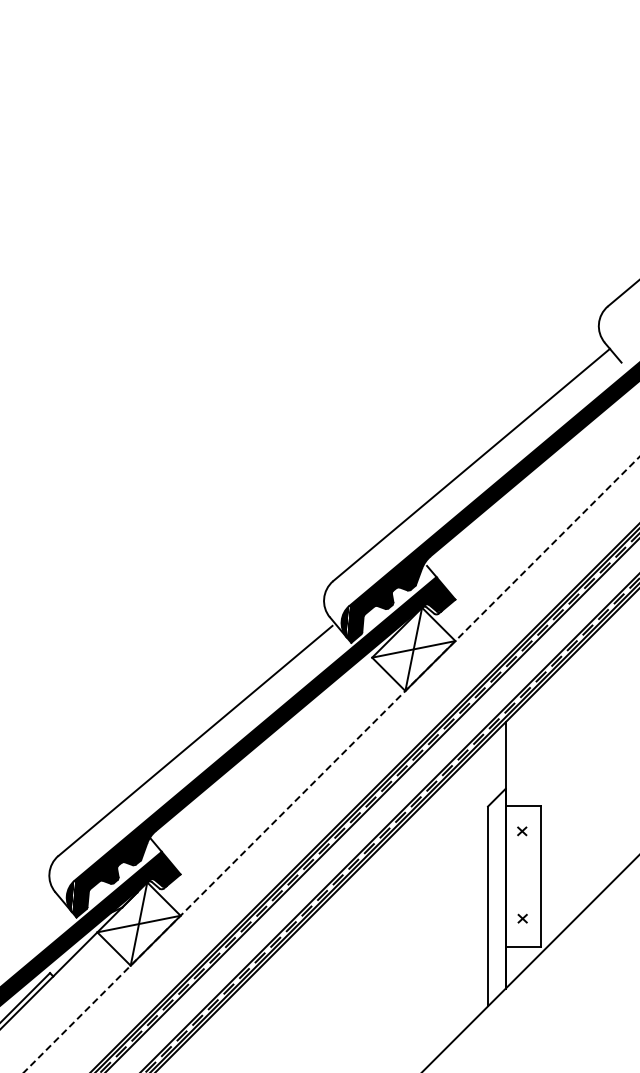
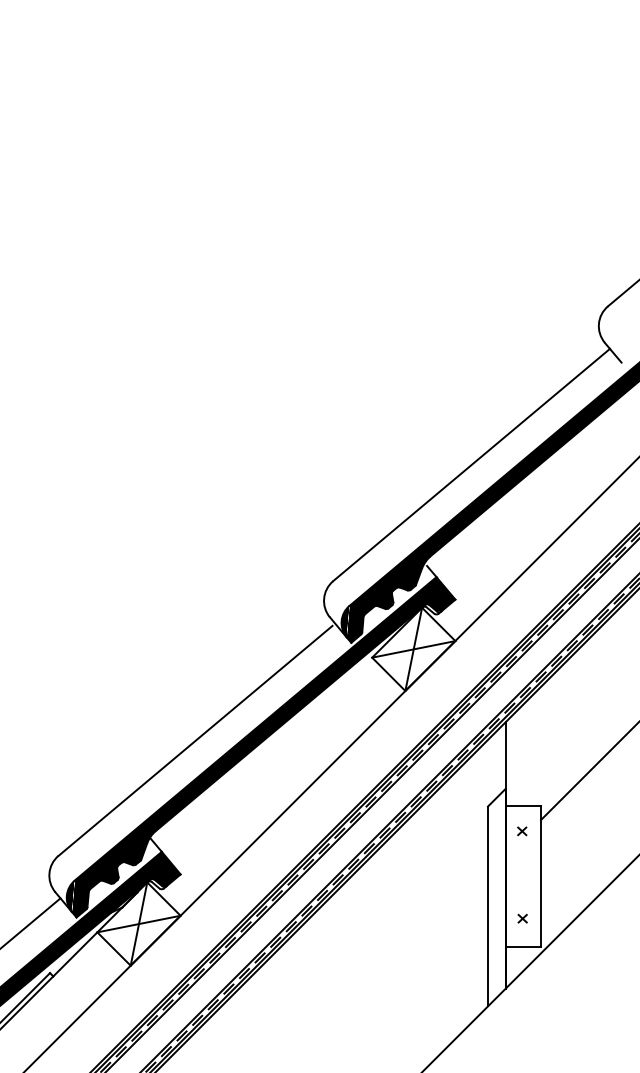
line at (331, 764): dashed -> solid
line at (588, 772): none -> present
line at (31, 922): none -> present
